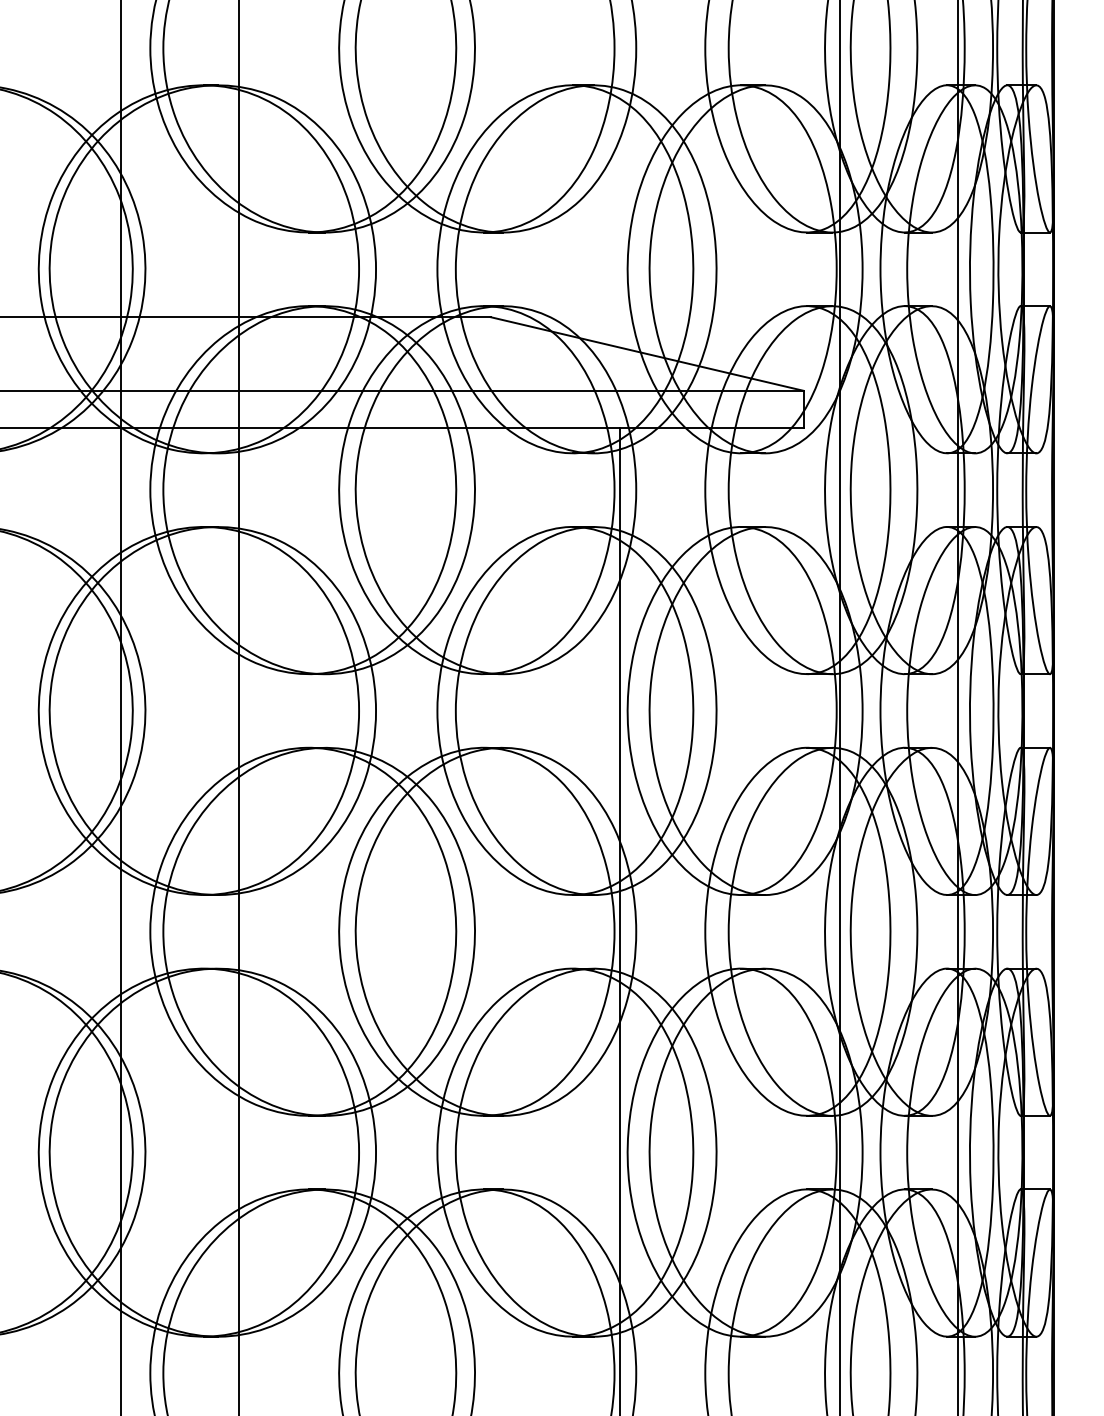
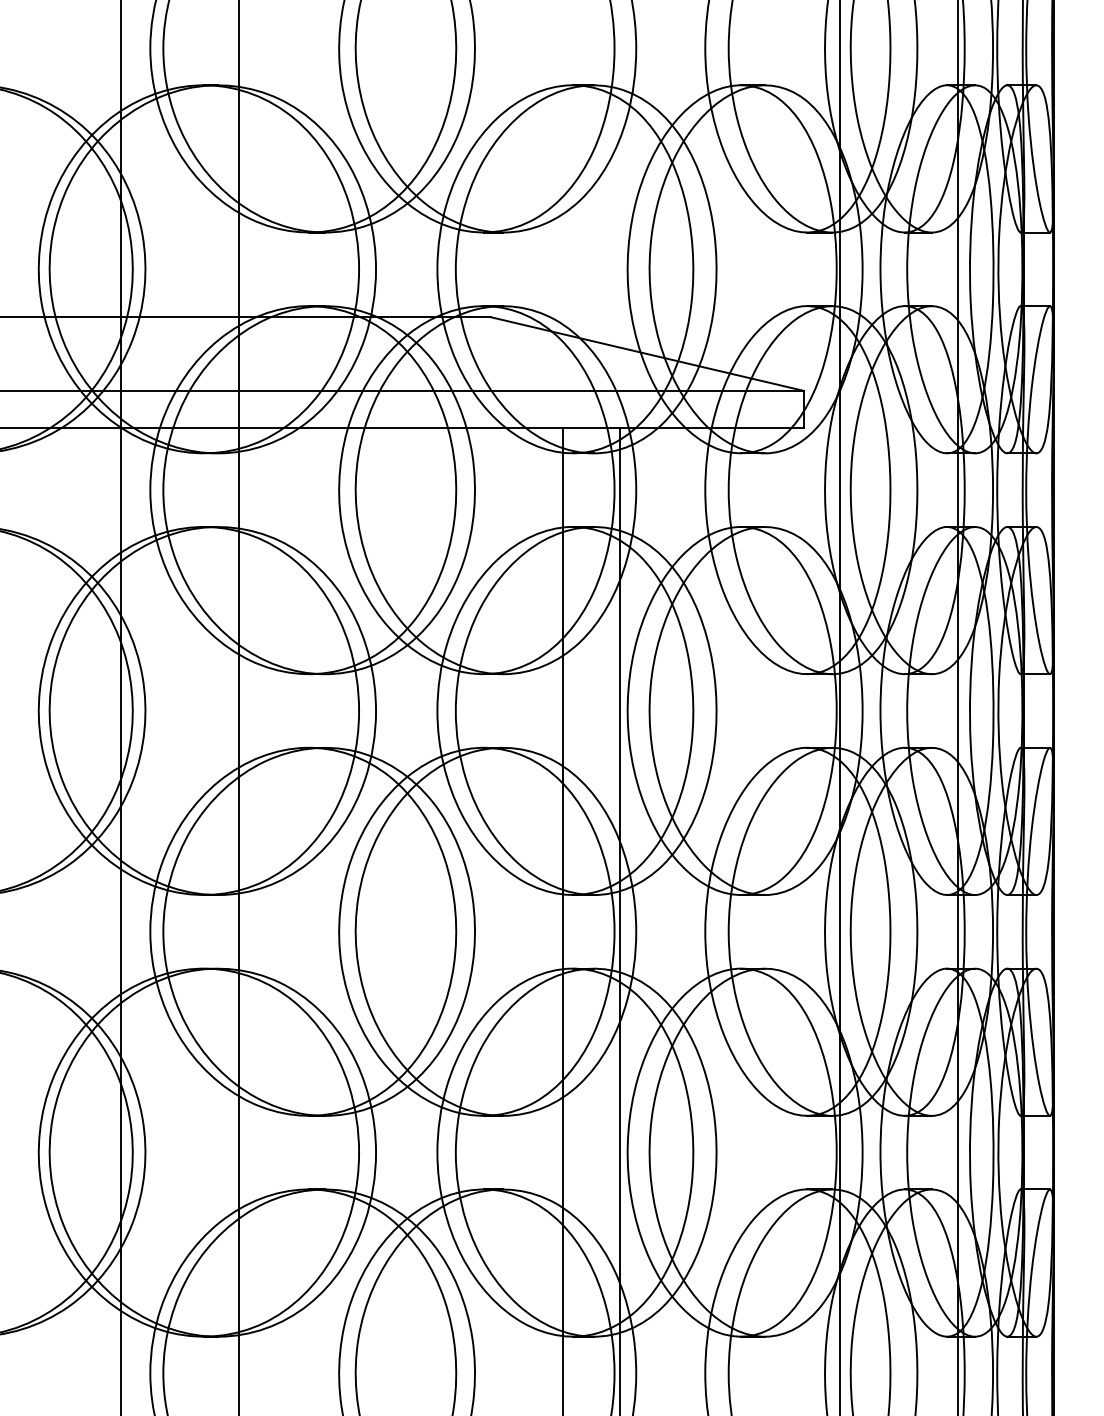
line at (562, 919): none -> present
